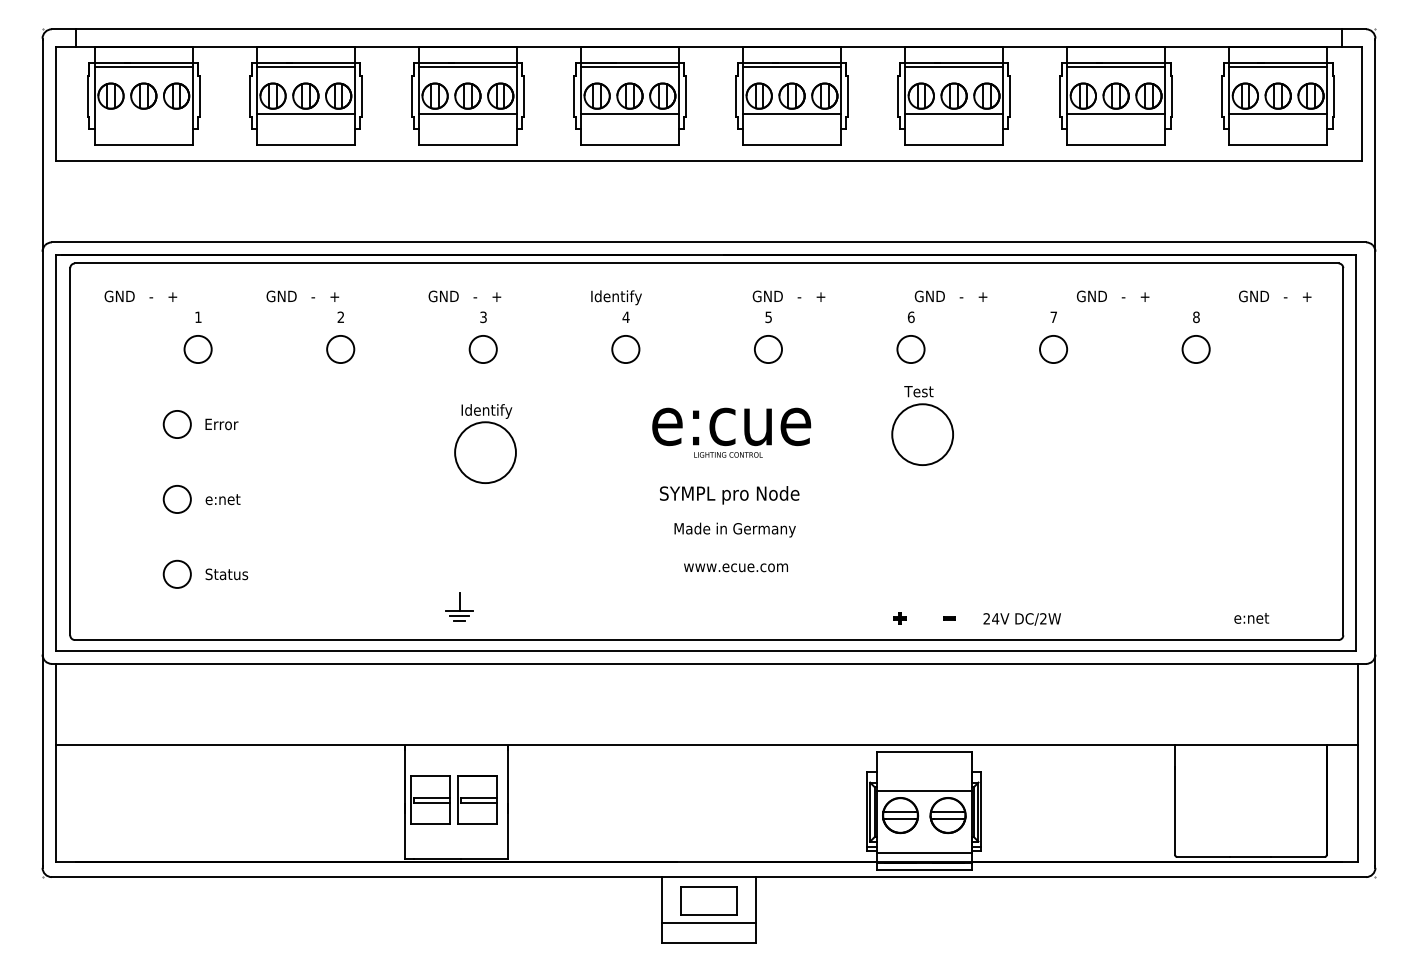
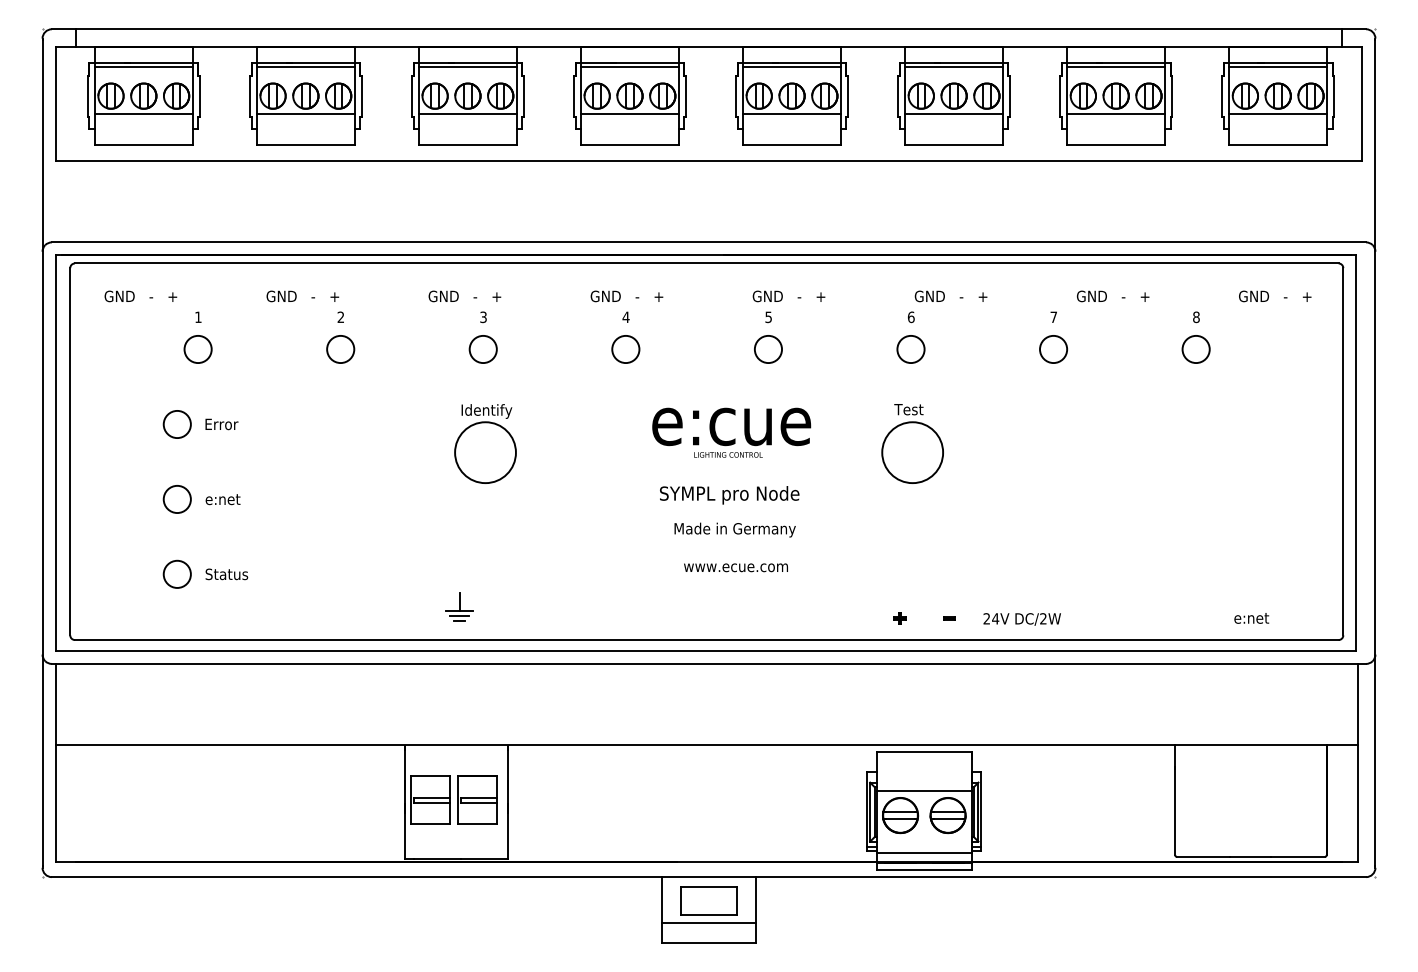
line at (143, 113): none -> present
text at (626, 297): Identify -> GND   -   +
part at (922, 425) position: (922, 425) -> (912, 443)
